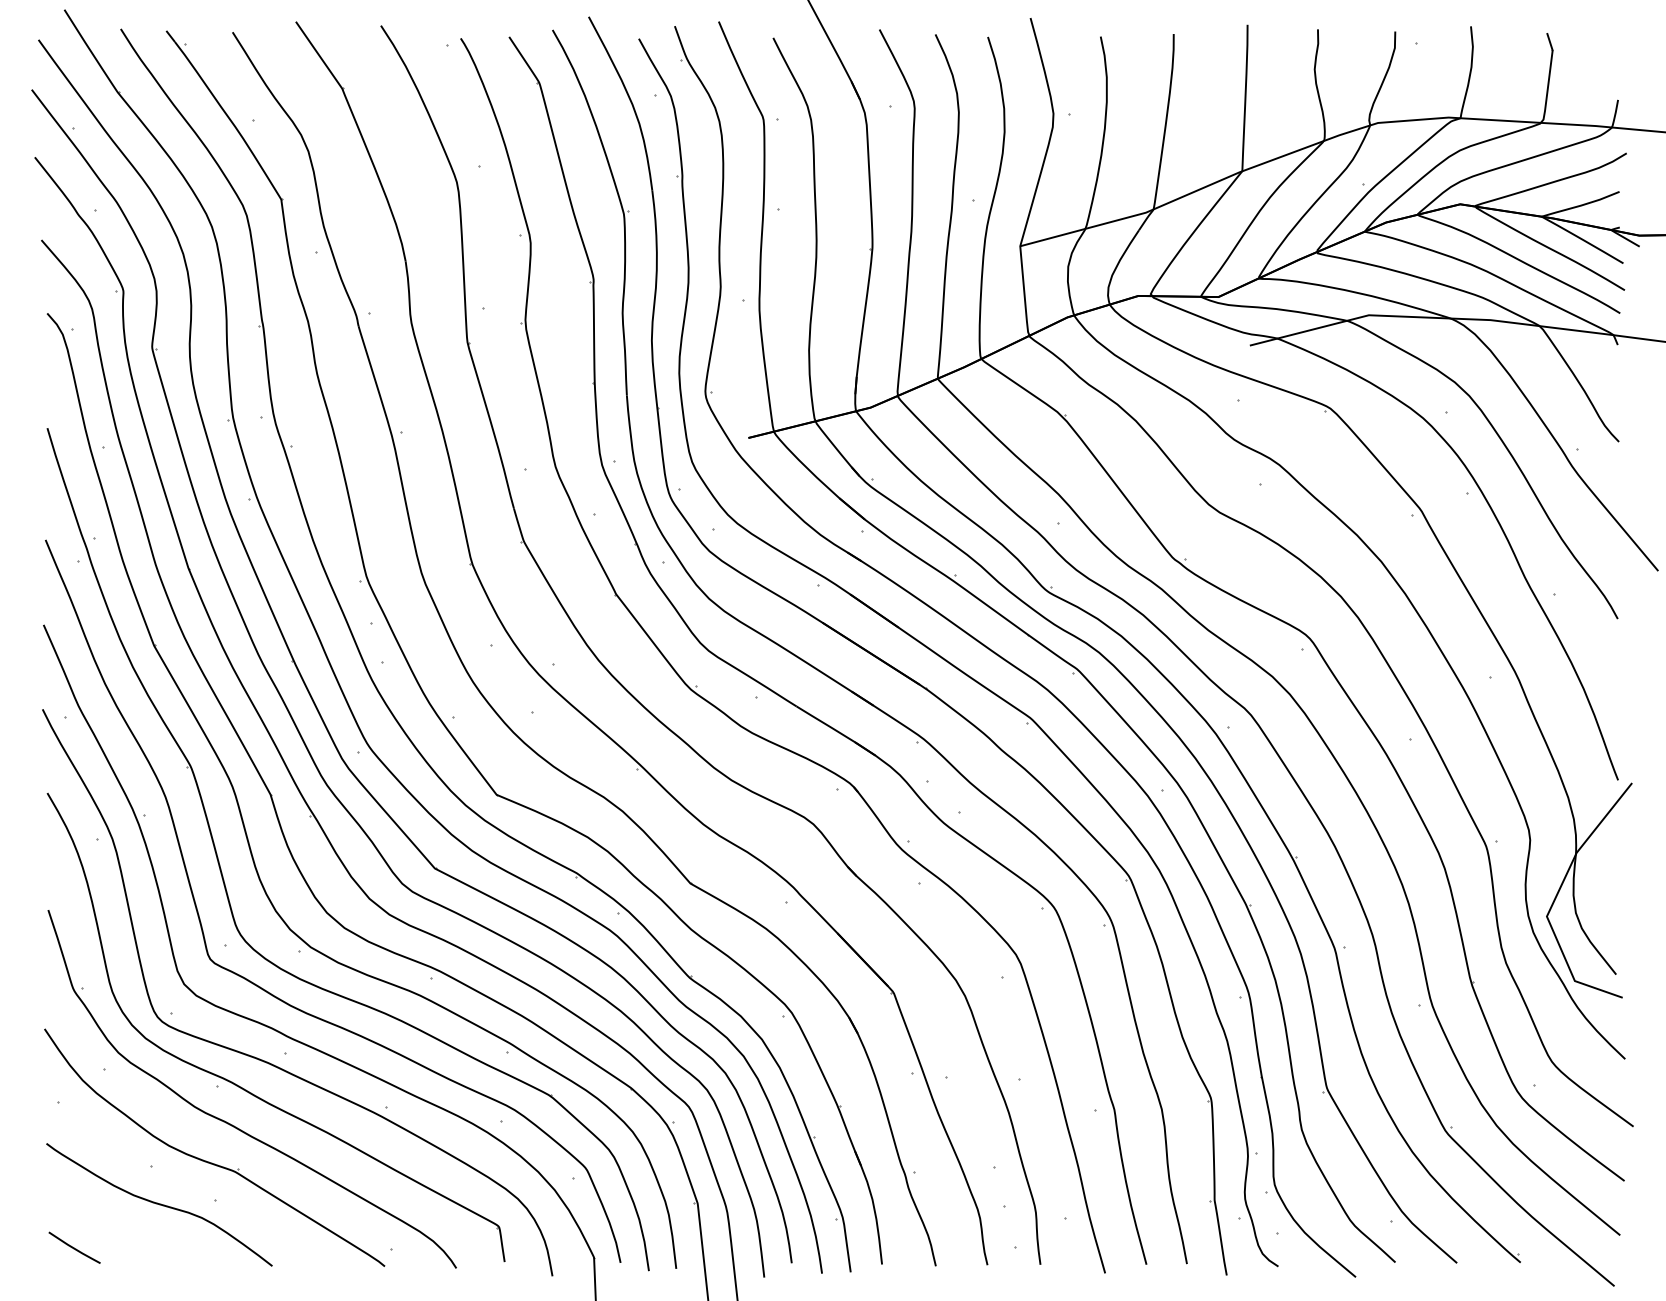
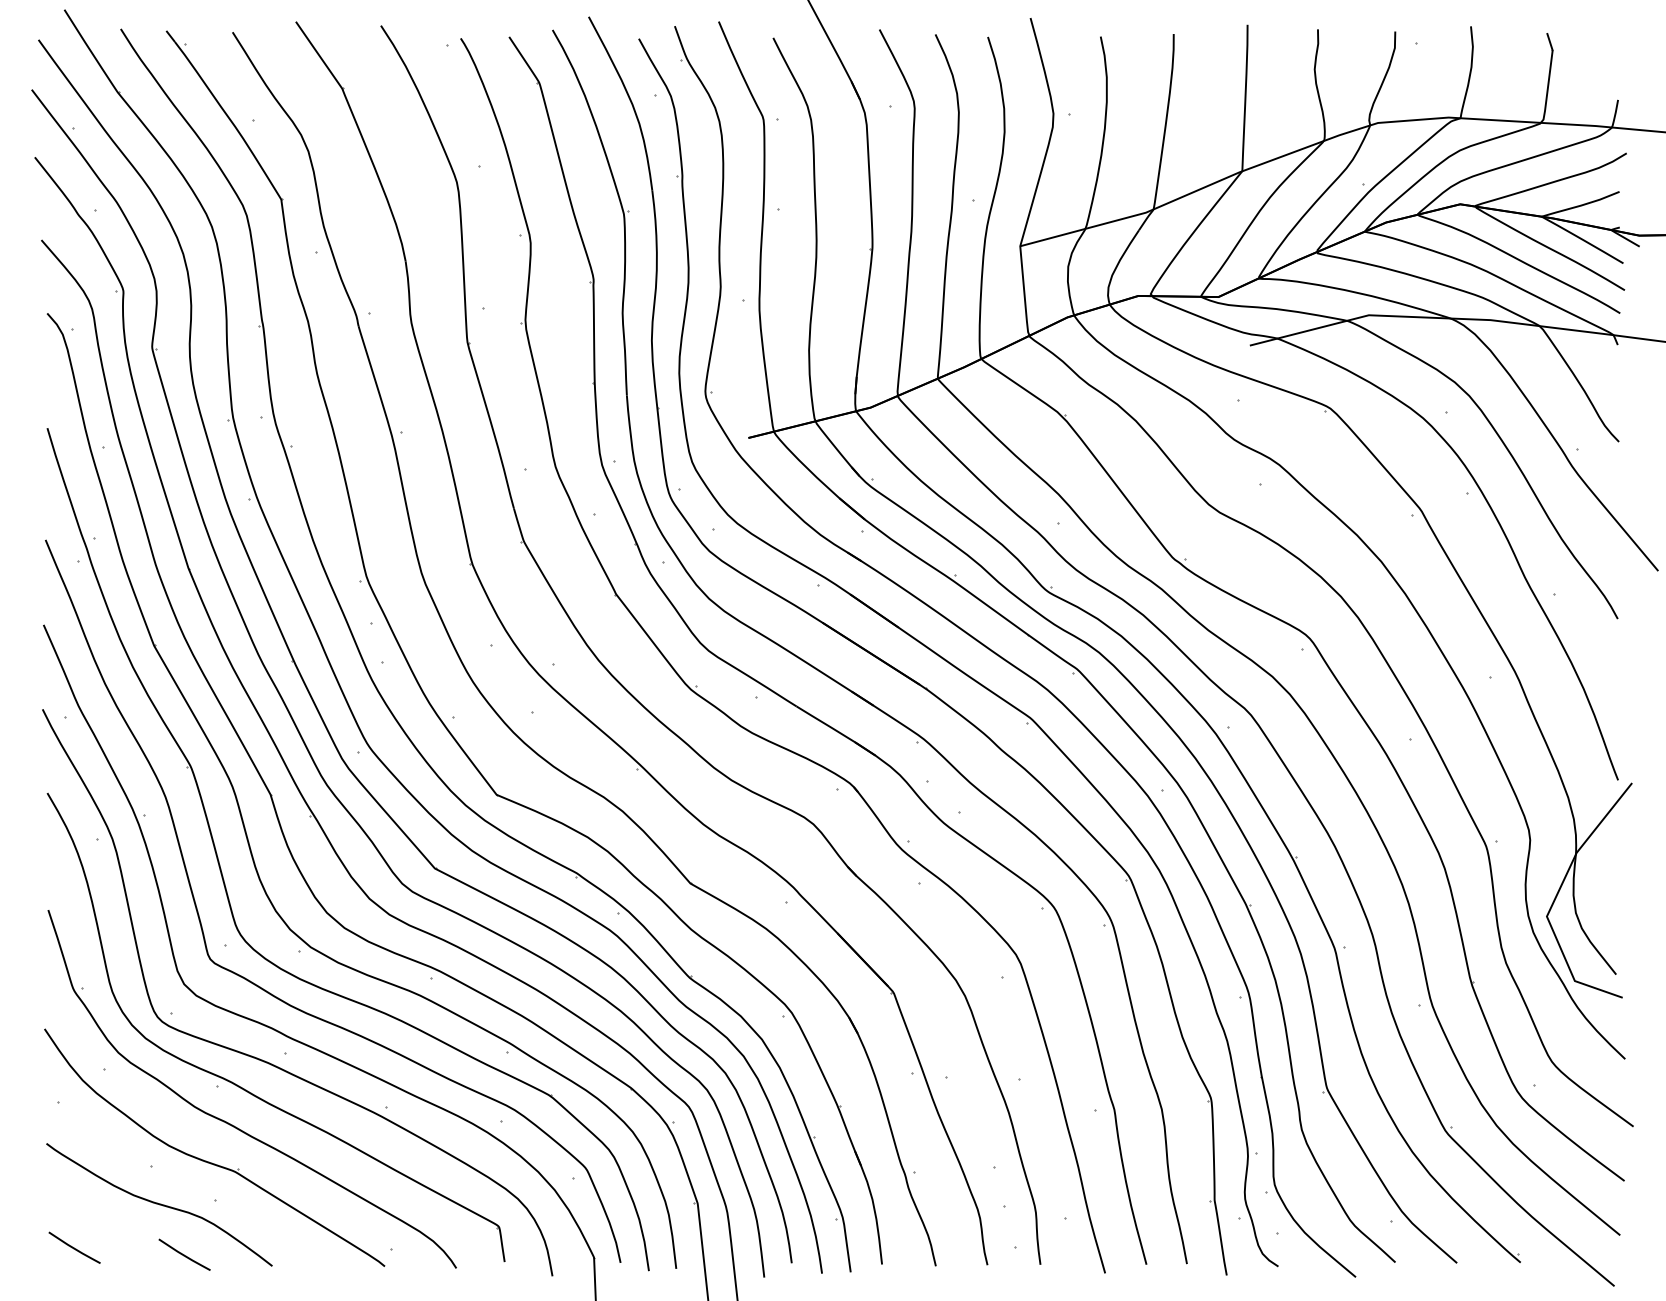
line at (184, 1254): none -> present
